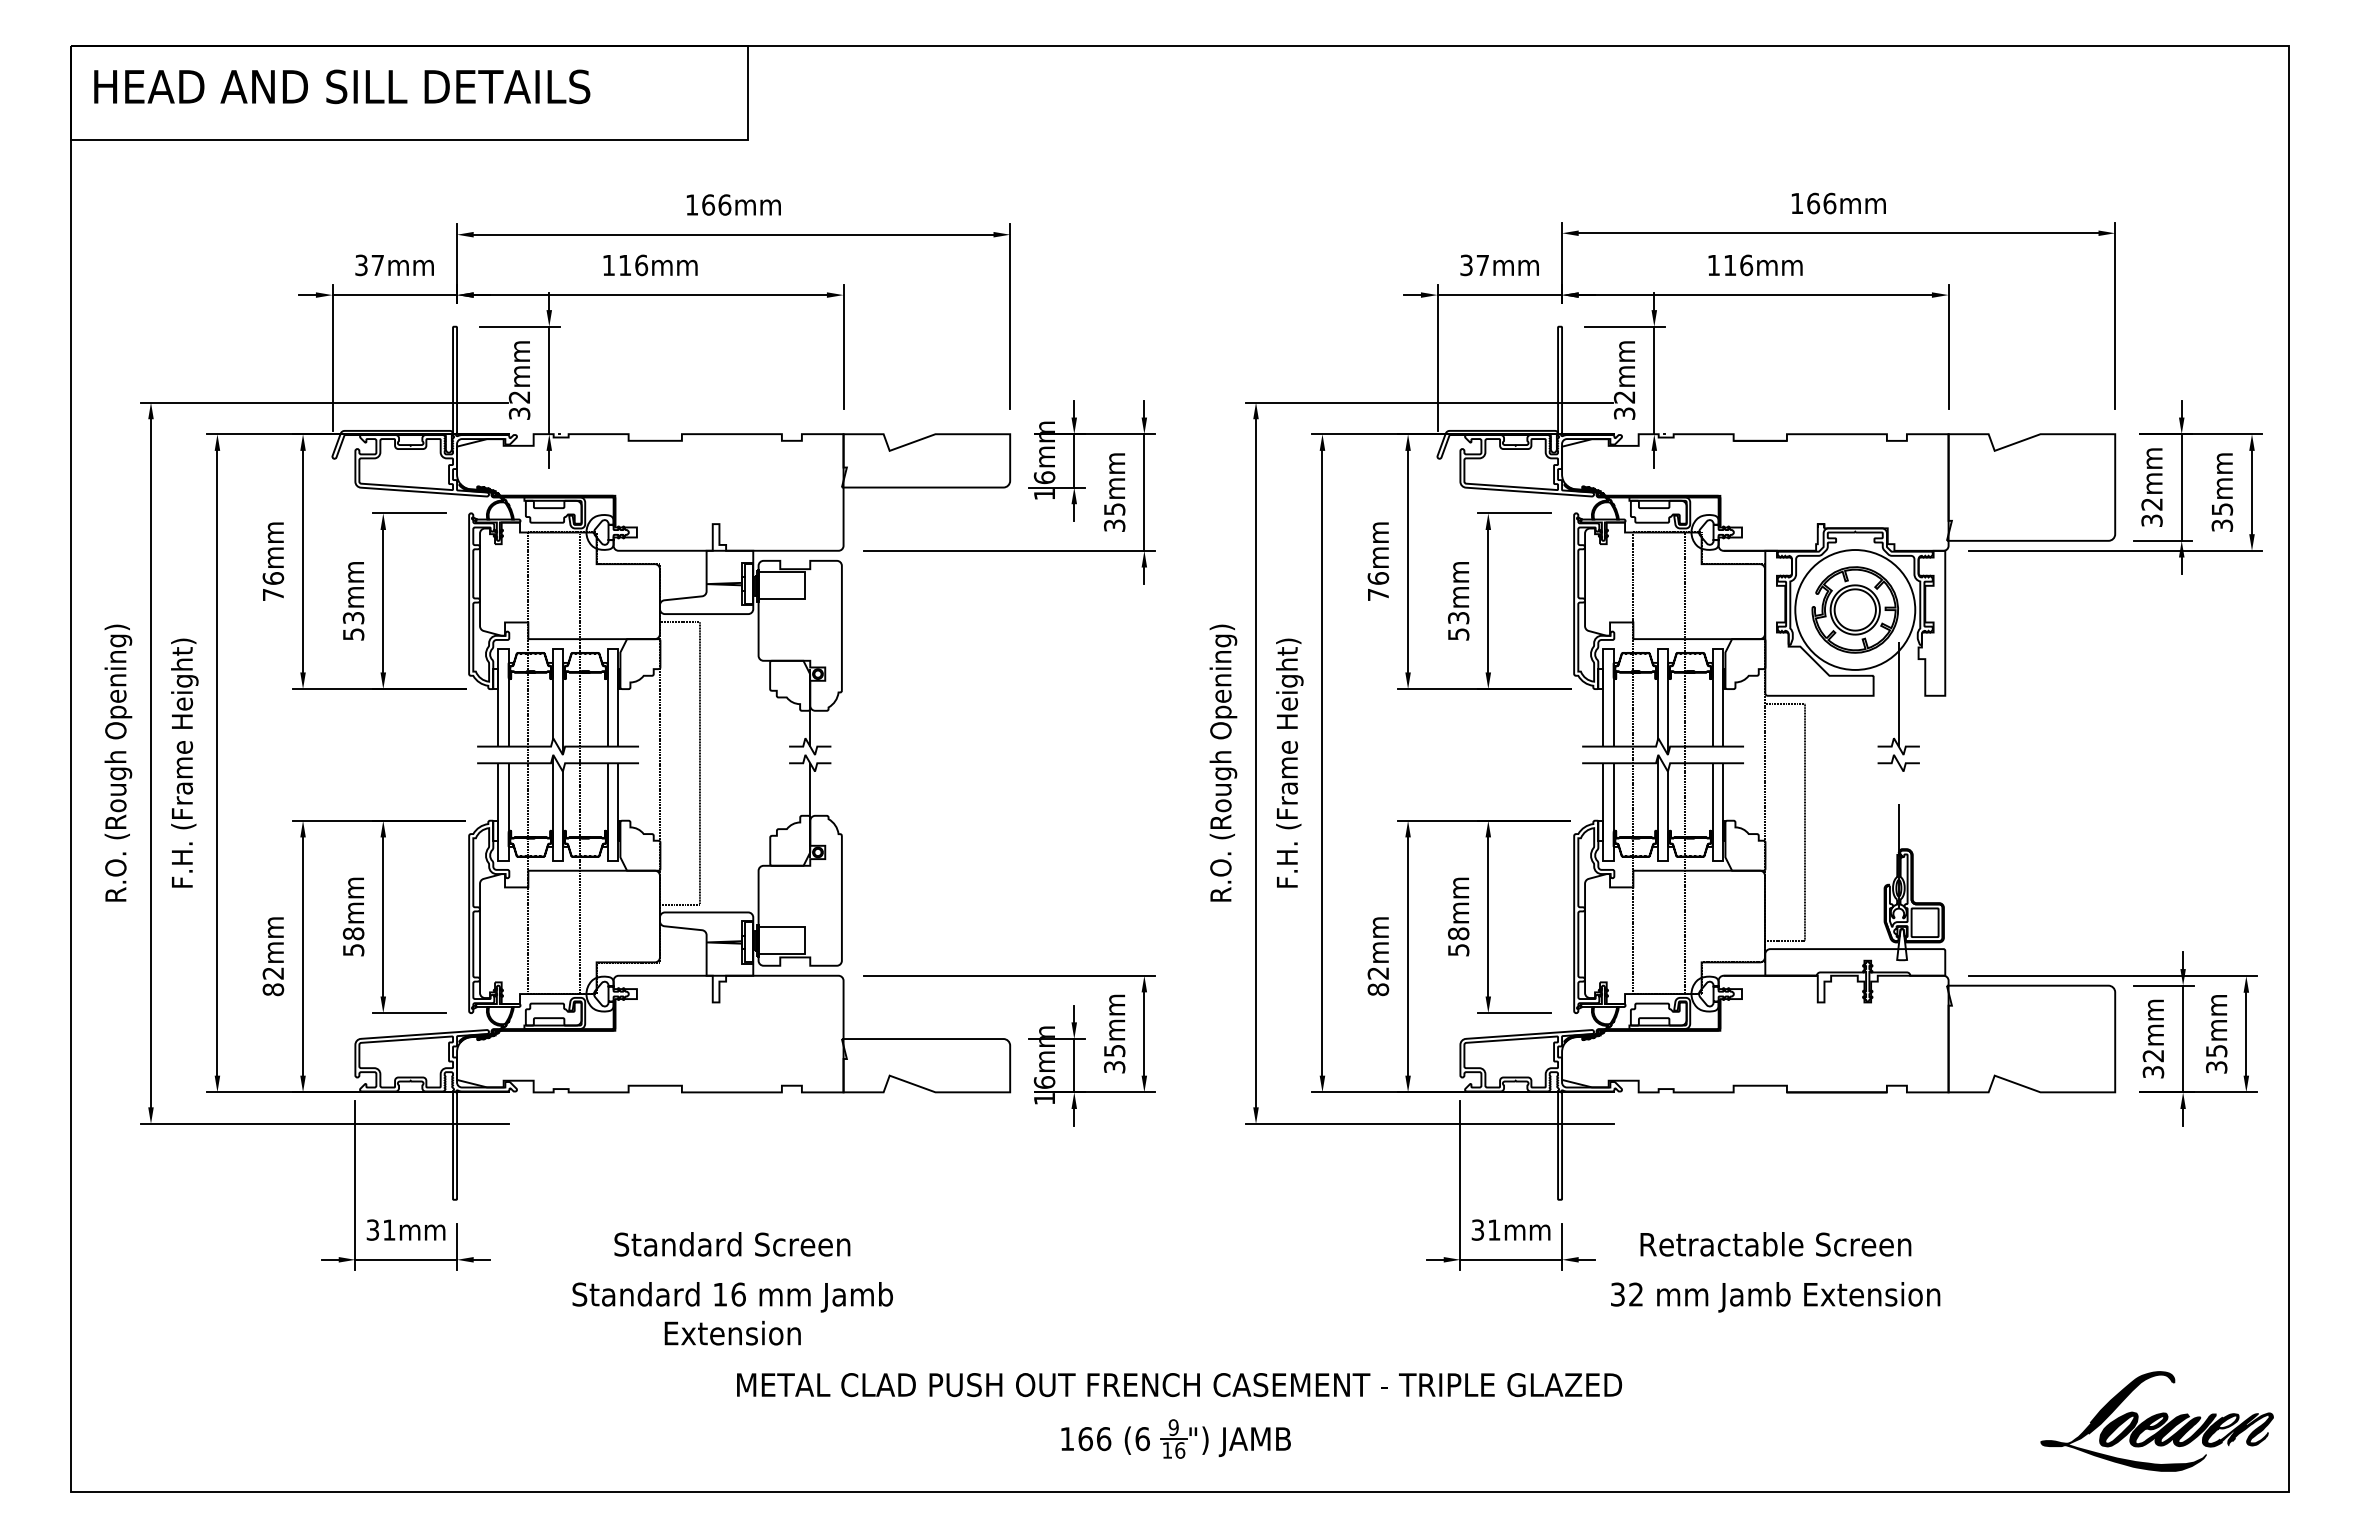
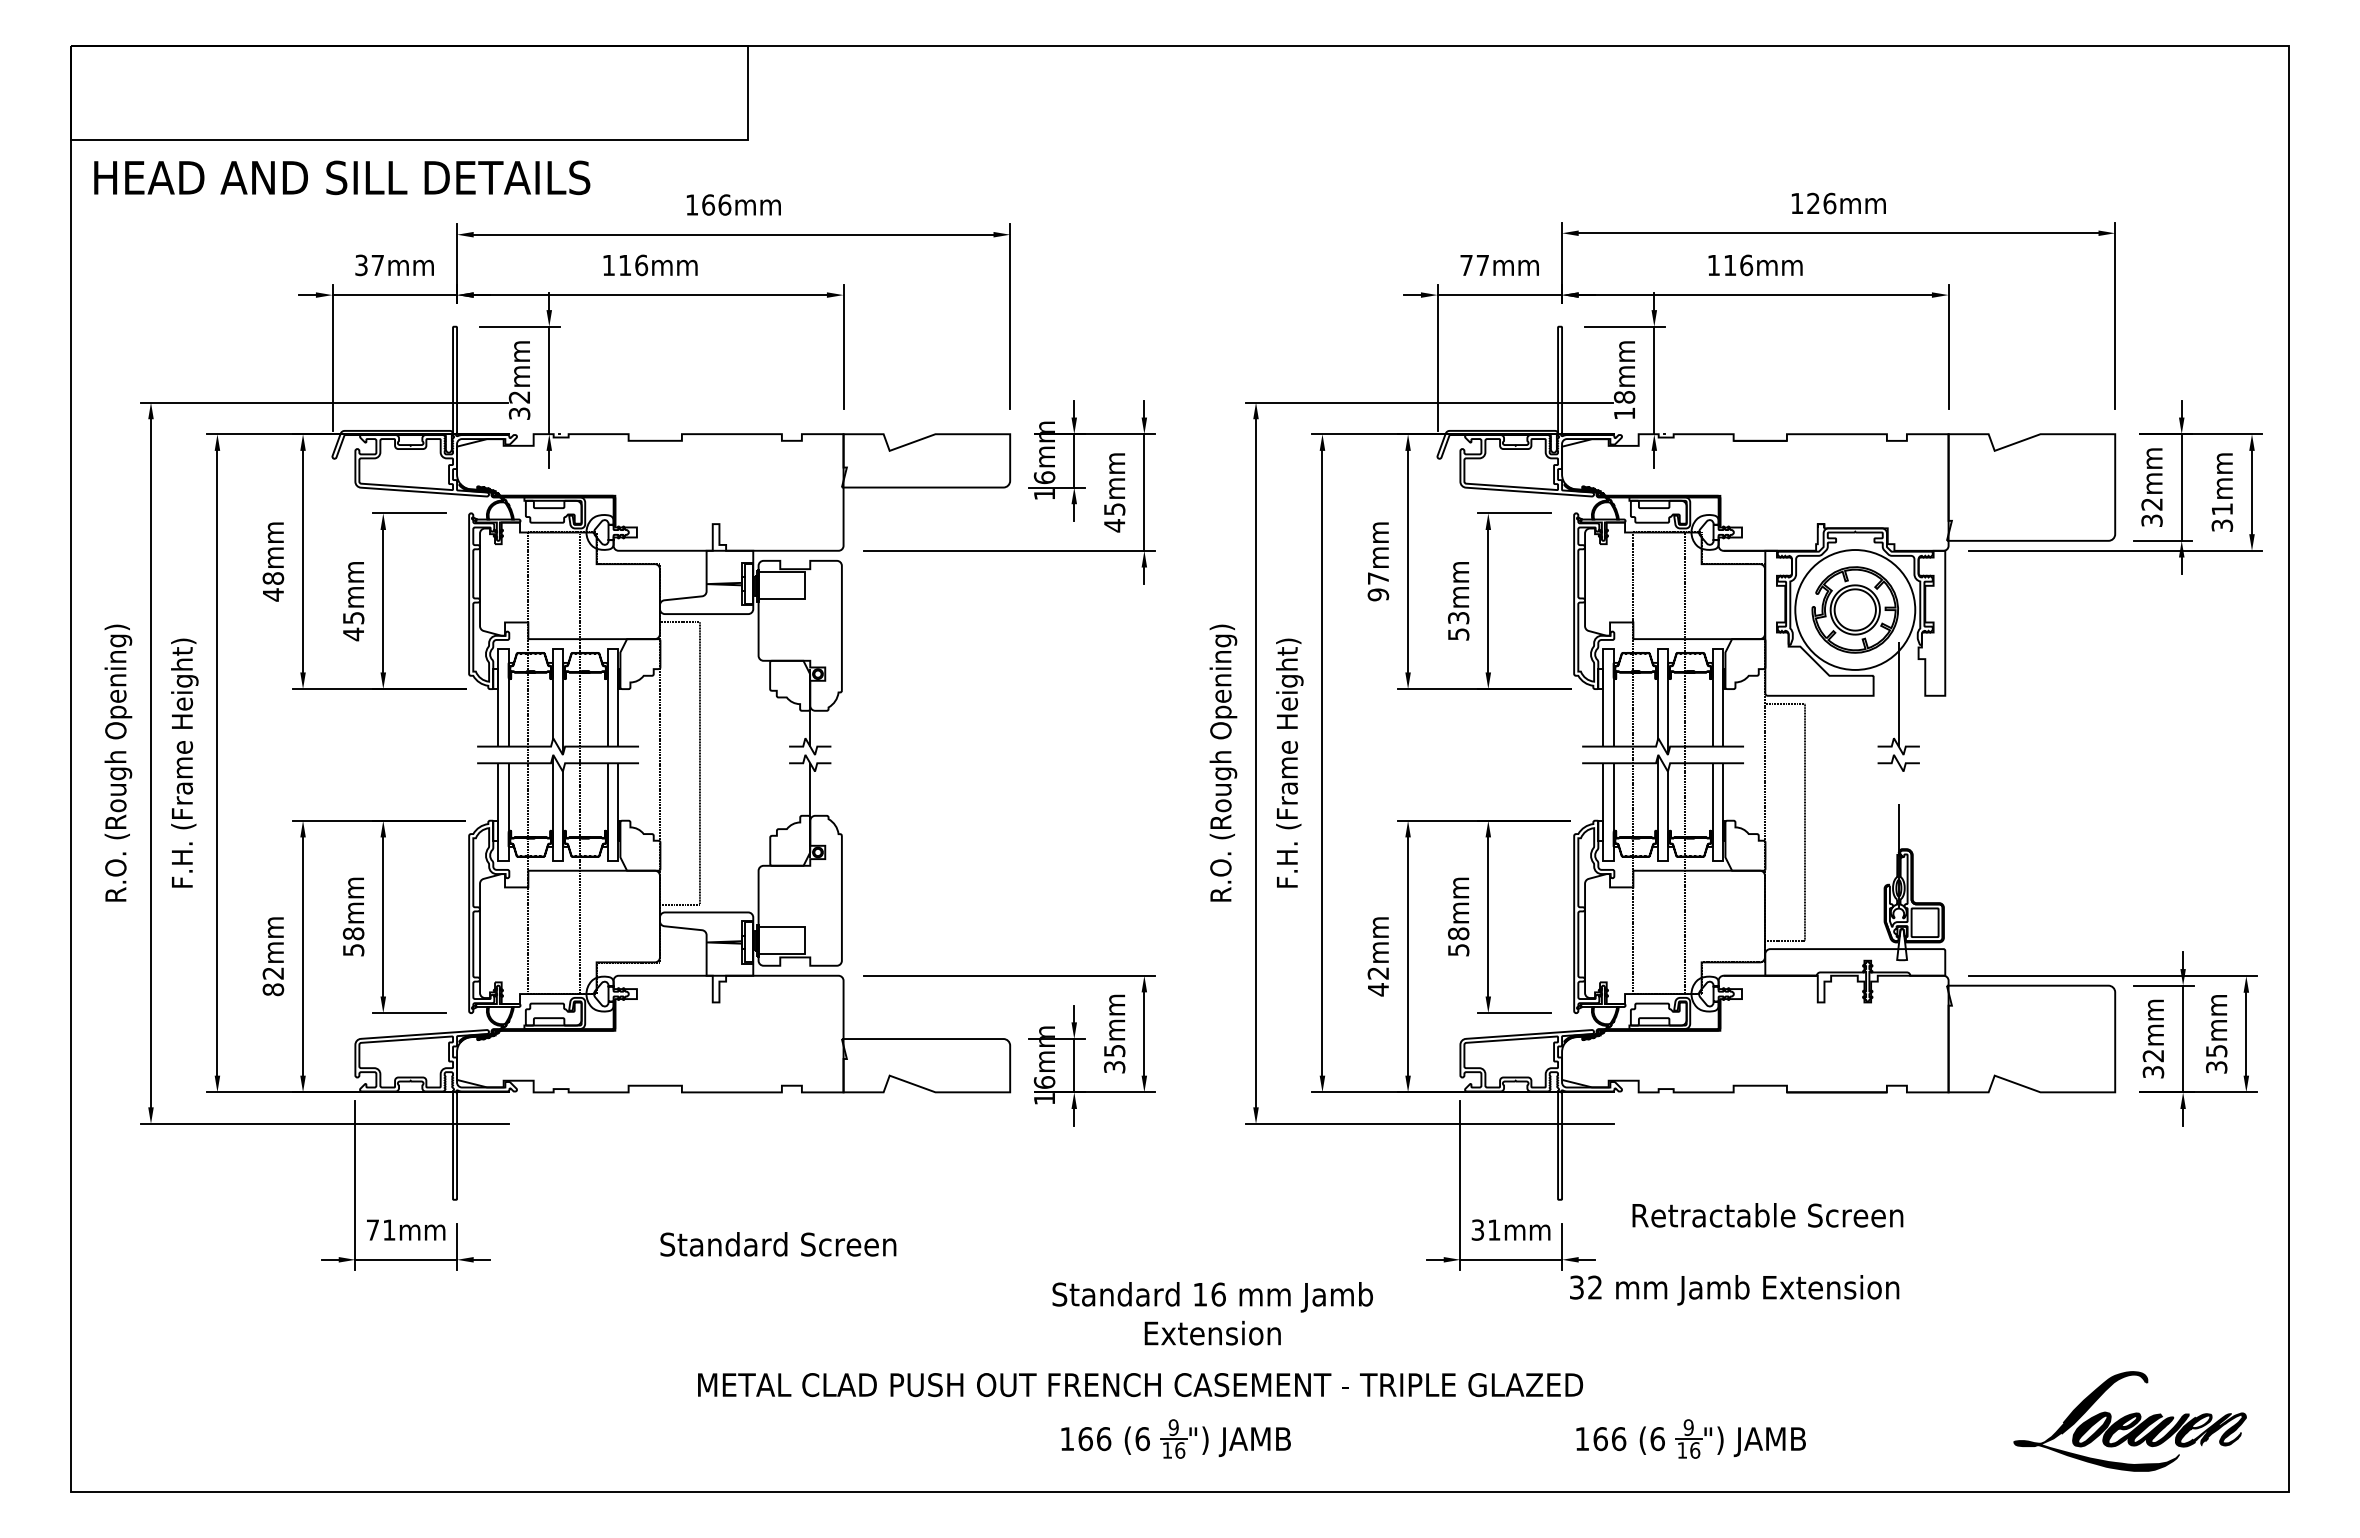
text at (342, 86) position: (342, 86) -> (342, 177)
text at (1813, 203): 166mm -> 126mm
text at (1466, 265): 37mm -> 77mm
text at (1624, 405): 32mm -> 18mm
text at (2222, 509): 35mm -> 31mm
text at (1114, 525): 35mm -> 45mm
text at (272, 586): 76mm -> 48mm
text at (1378, 586): 76mm -> 97mm
text at (353, 626): 53mm -> 45mm
text at (1378, 989): 82mm -> 42mm
text at (372, 1229): 31mm -> 71mm
text at (732, 1244) position: (732, 1244) -> (778, 1244)
text at (1775, 1244) position: (1775, 1244) -> (1767, 1215)
text at (1775, 1297) position: (1775, 1297) -> (1734, 1290)
text at (732, 1313) position: (732, 1313) -> (1212, 1313)
text at (1179, 1385) position: (1179, 1385) -> (1140, 1385)
part at (2156, 1421) position: (2156, 1421) -> (2129, 1421)
part at (1690, 1438): none -> present
